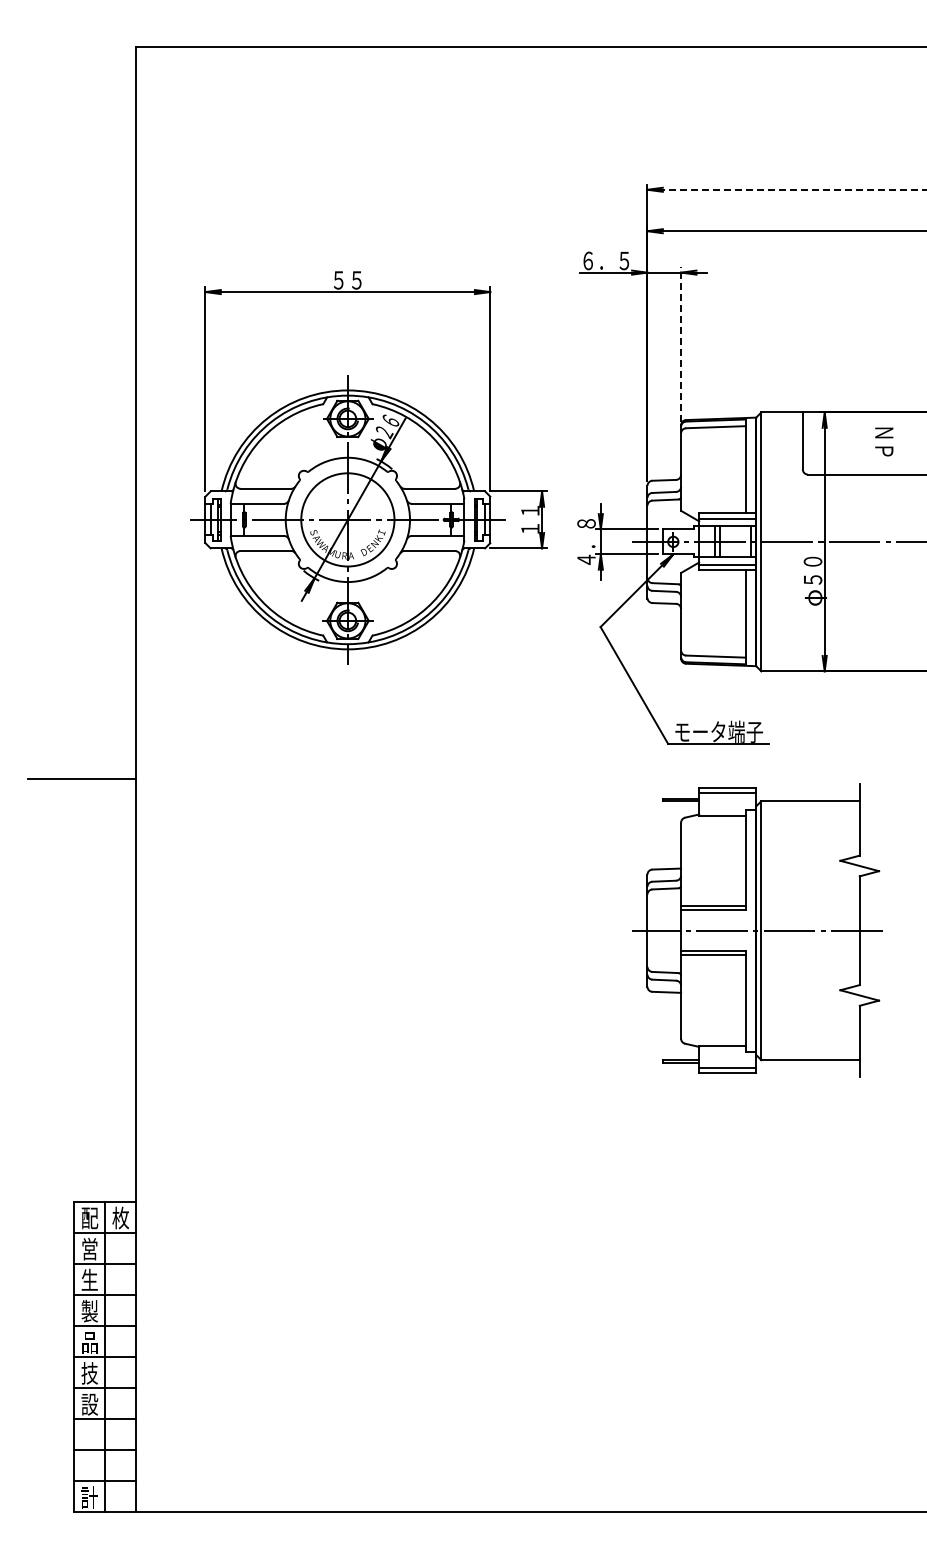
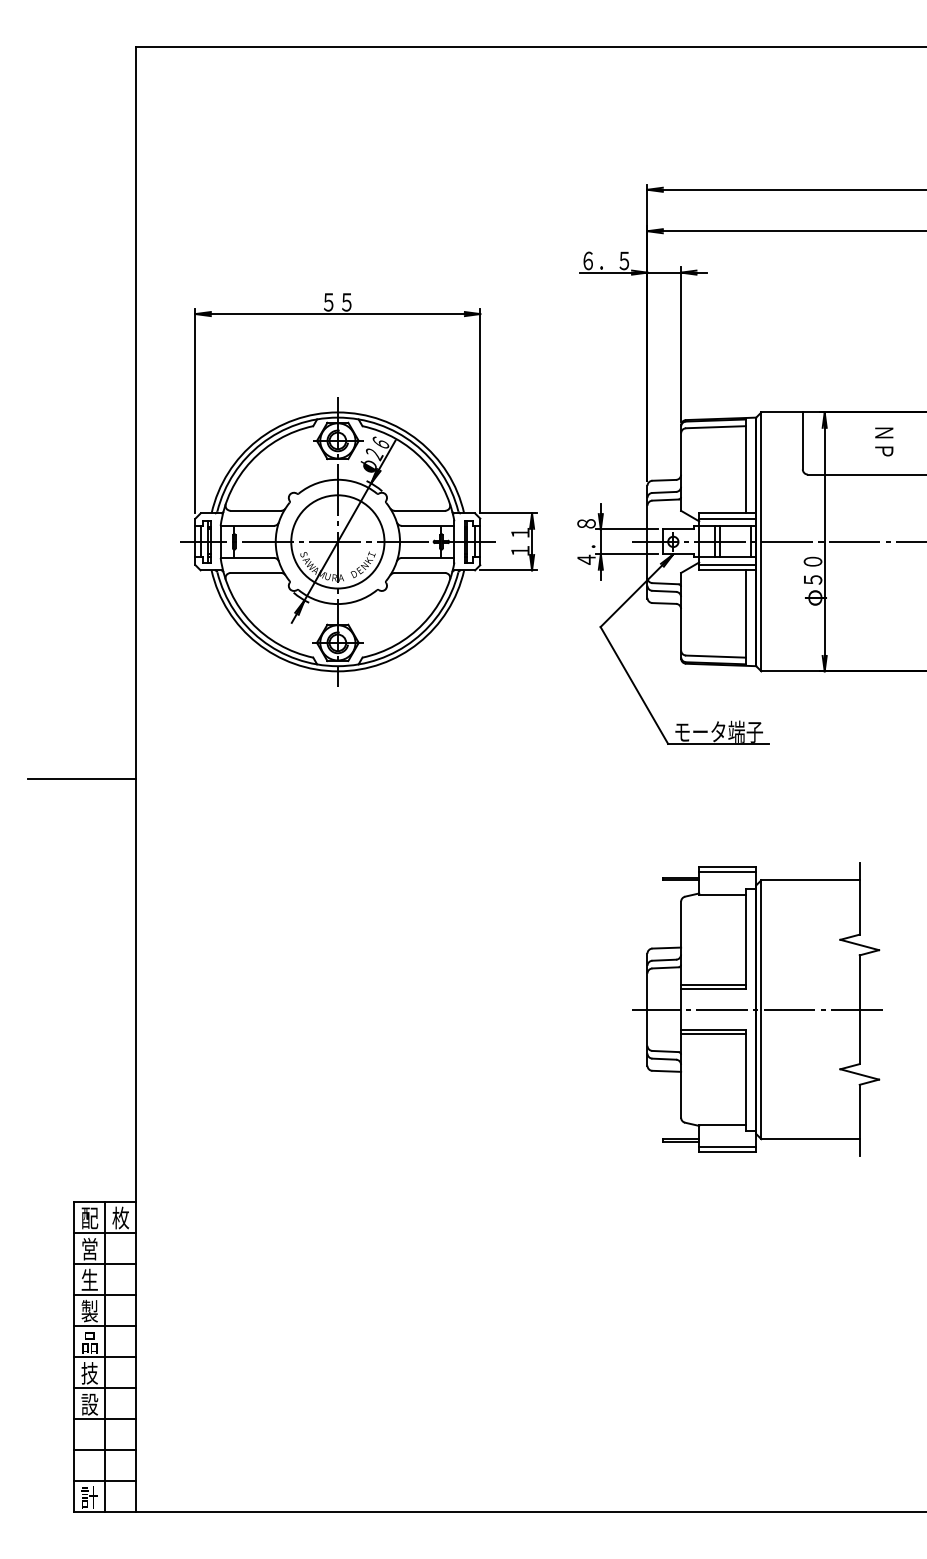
line at (787, 189): dashed -> solid
line at (681, 344): dashed -> solid
part at (368, 467) position: (368, 467) -> (358, 489)
part at (757, 930) position: (757, 930) -> (757, 1009)
